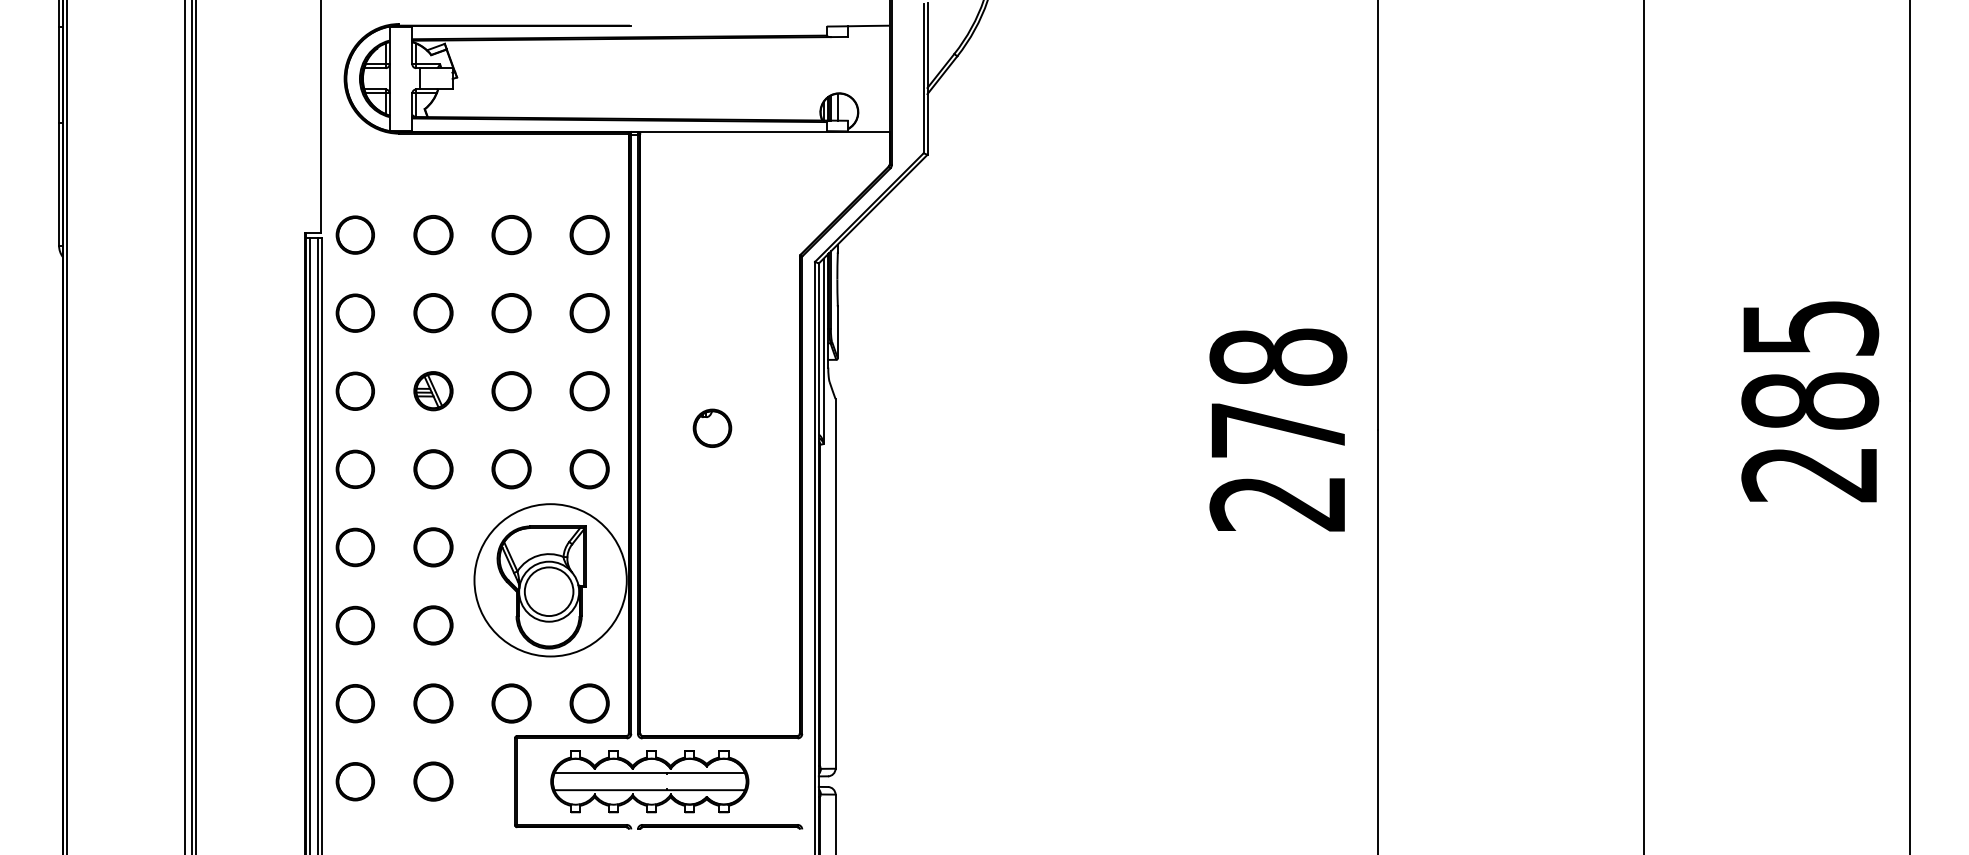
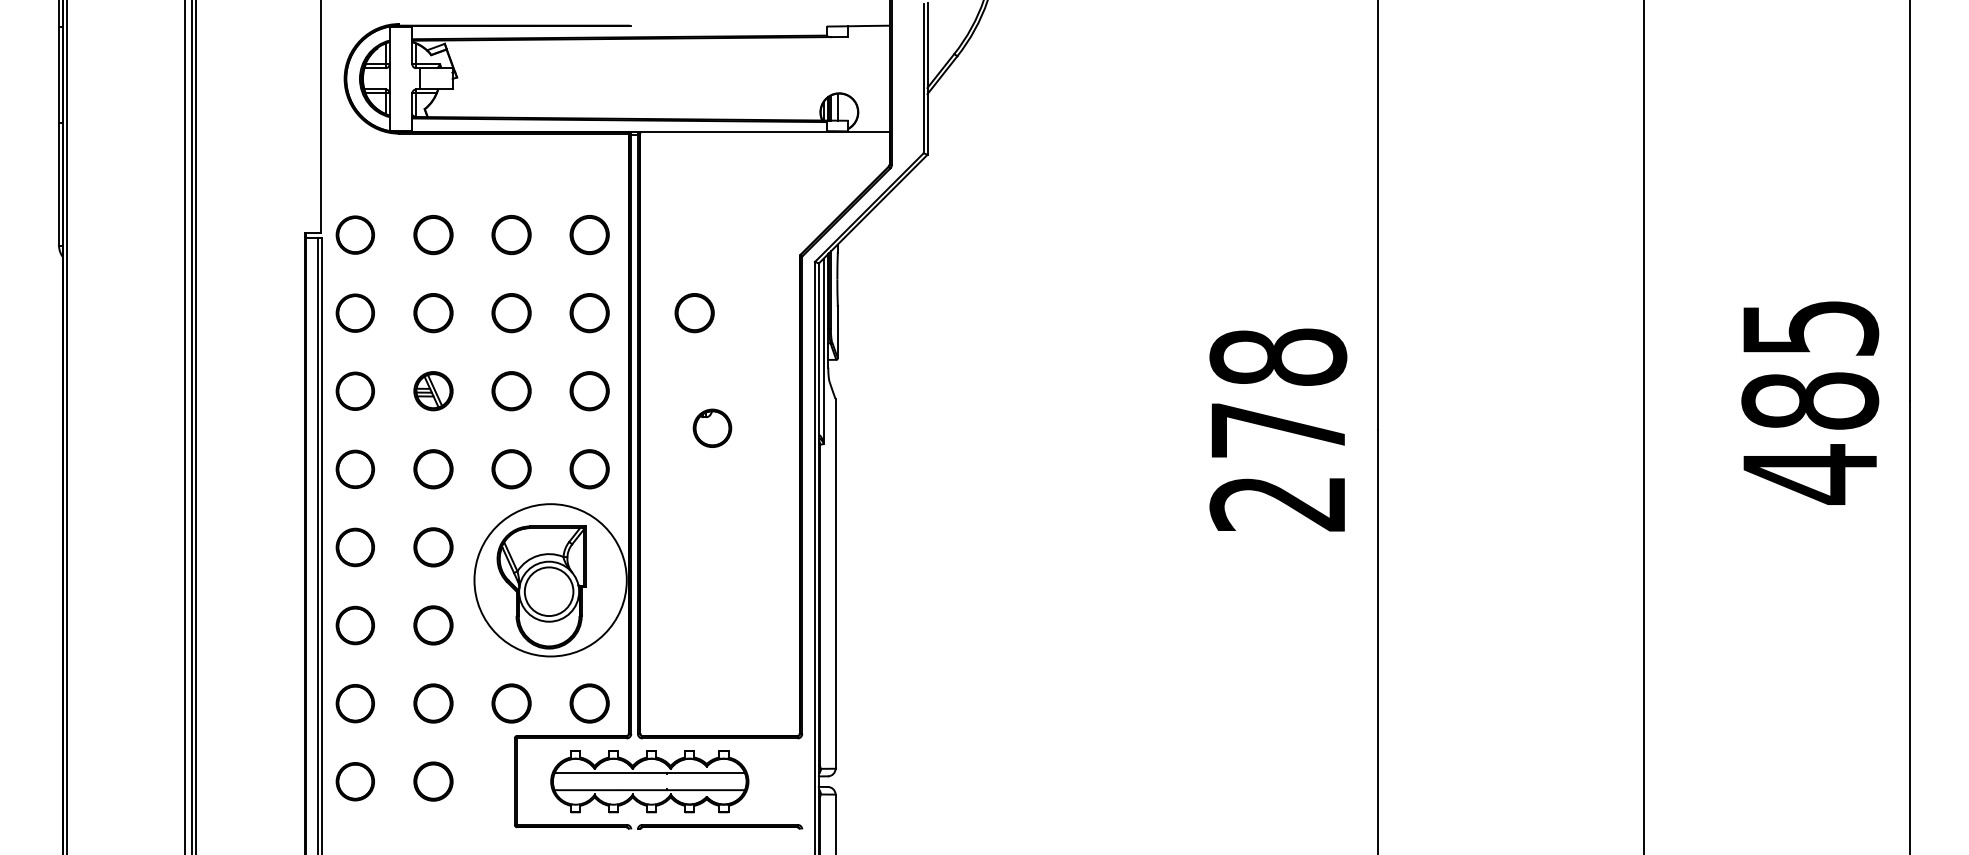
part at (694, 313): none -> present
text at (1808, 474): 285 -> 485
line at (310, 544): present -> none
